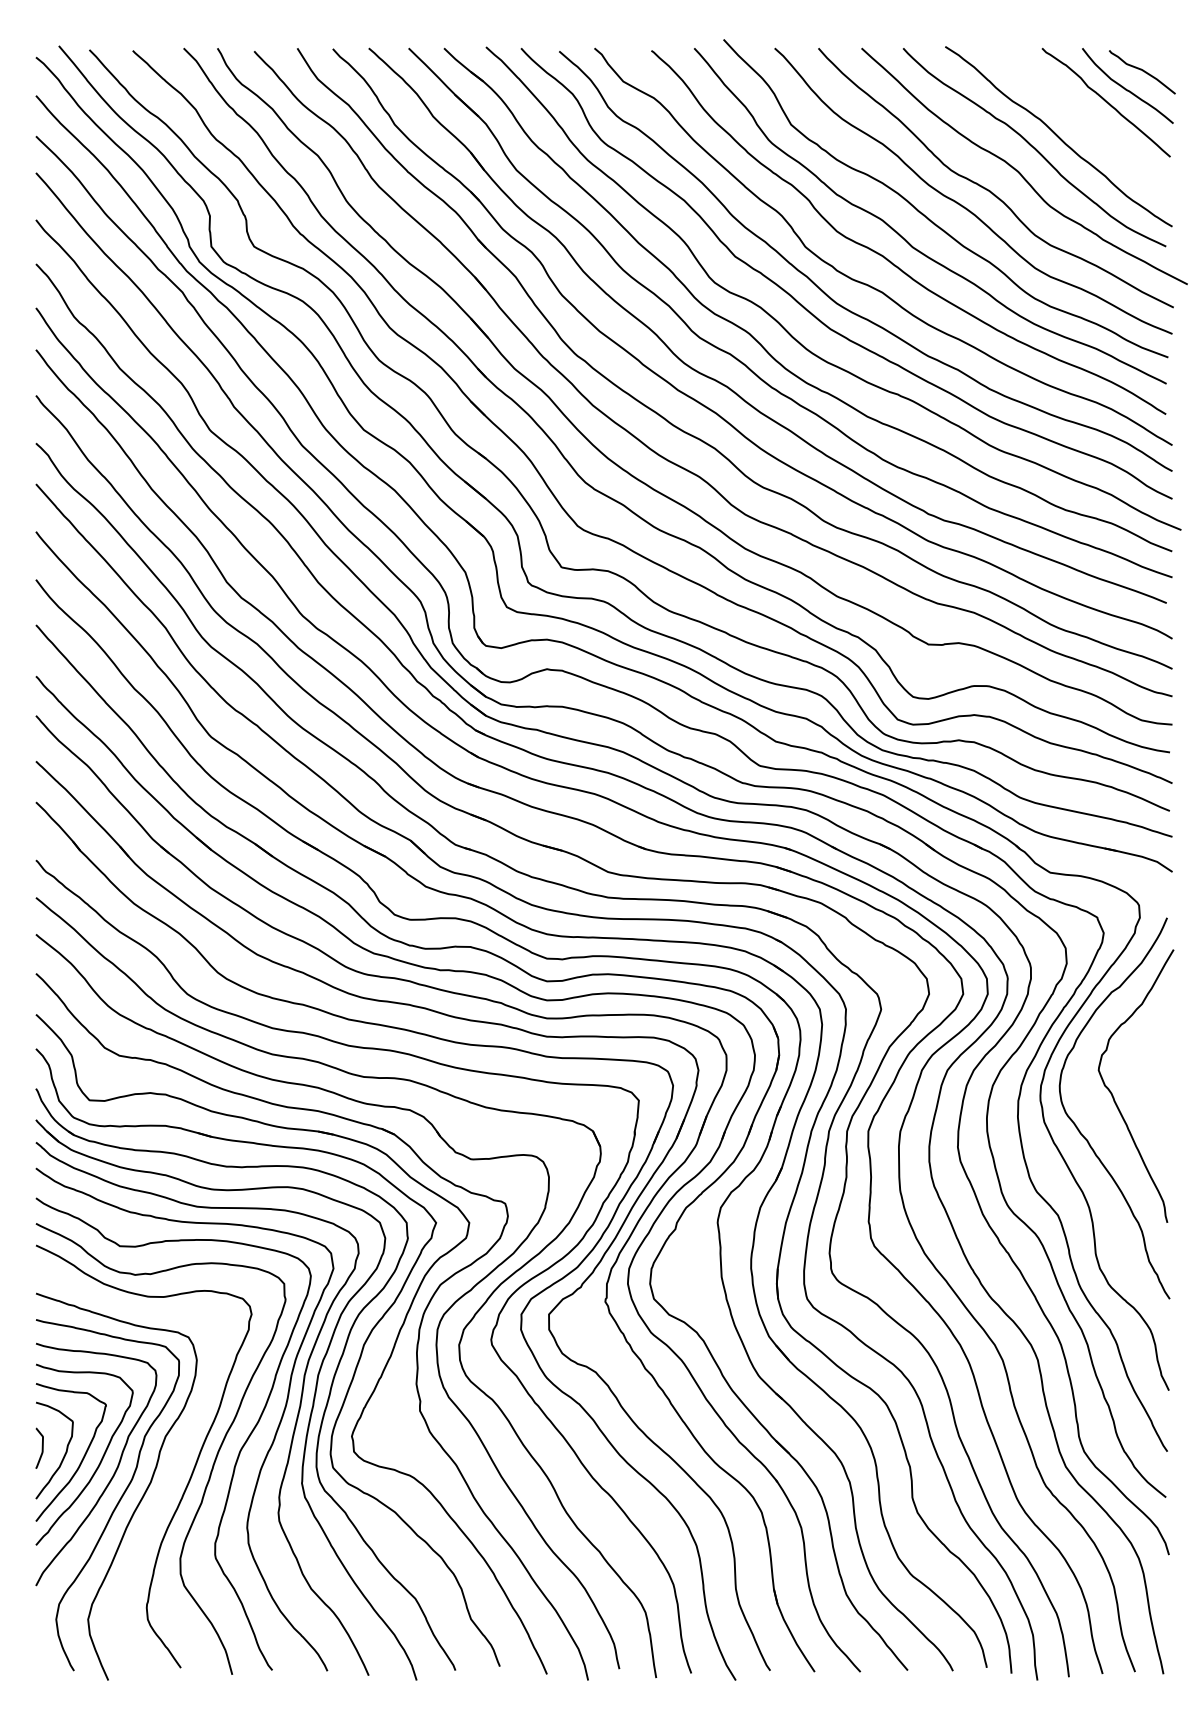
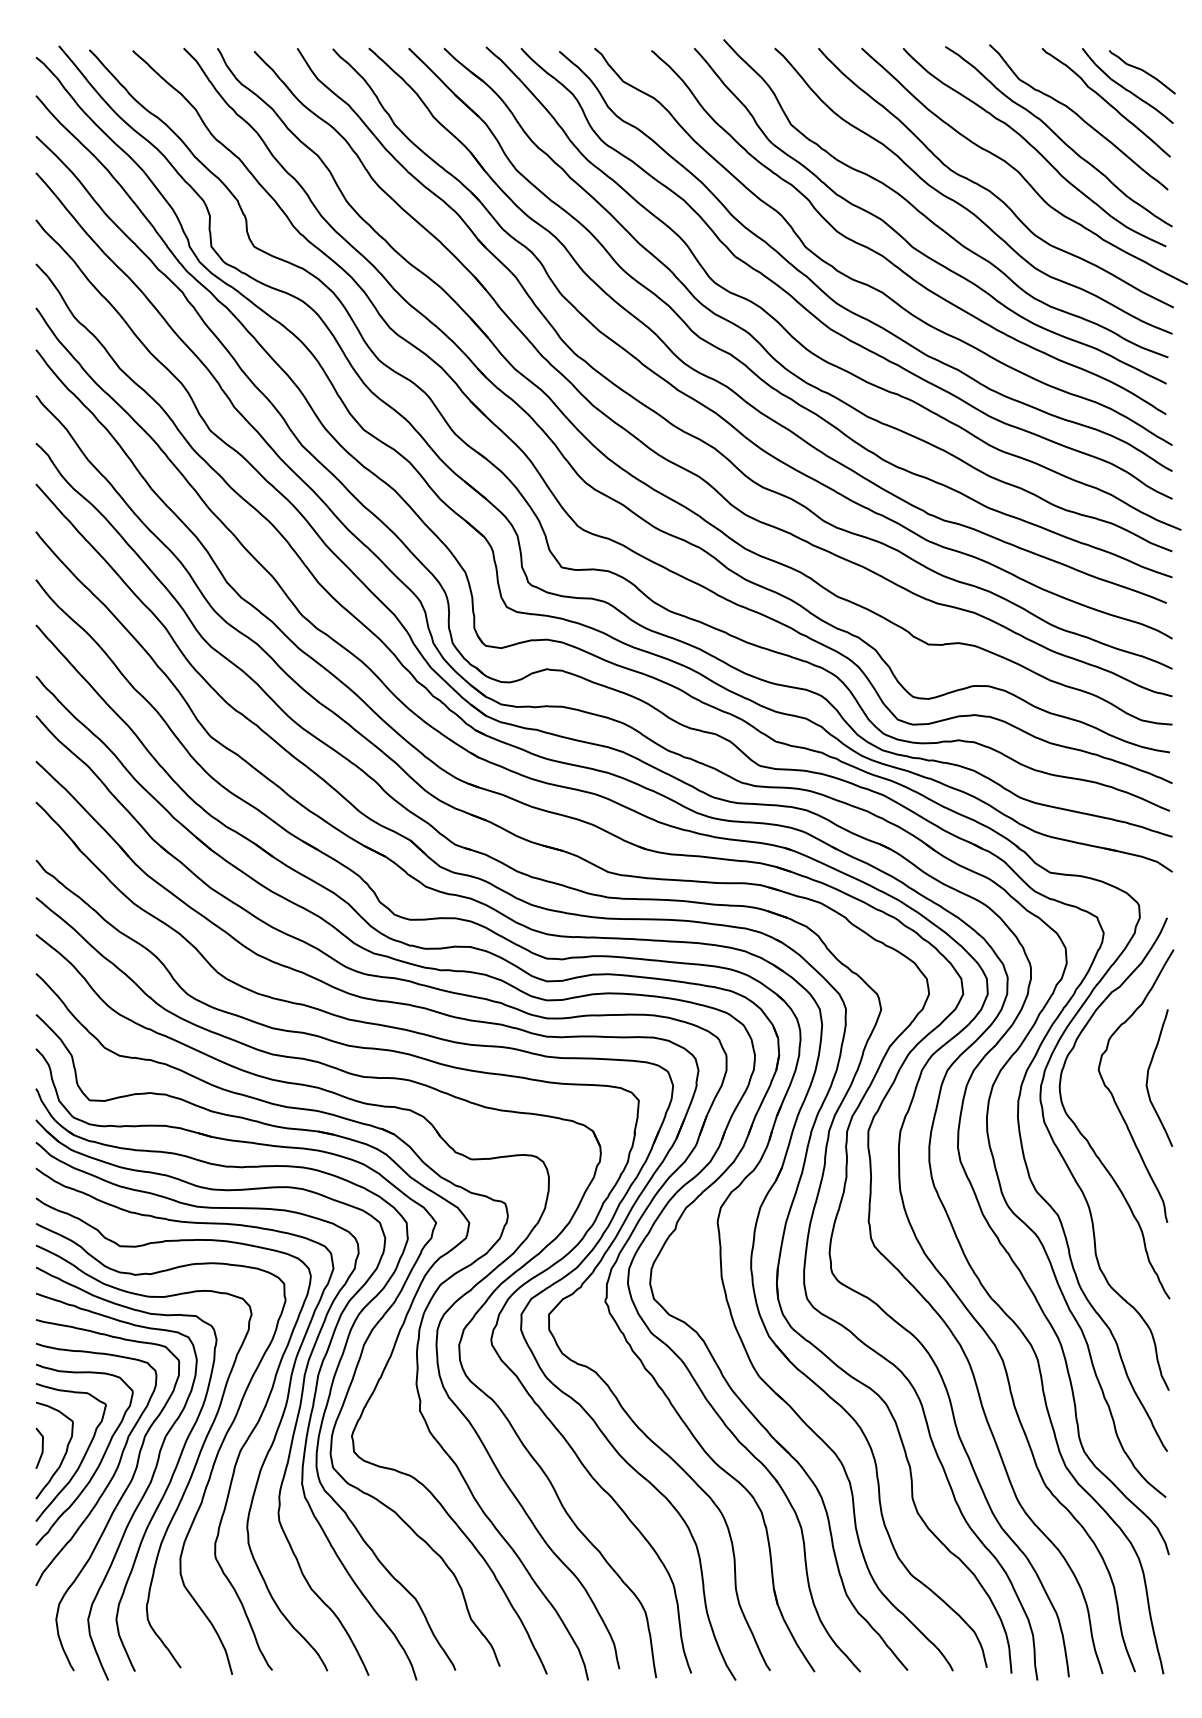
curve at (1078, 117): none -> present
curve at (1148, 1077): none -> present
curve at (166, 1487): none -> present
